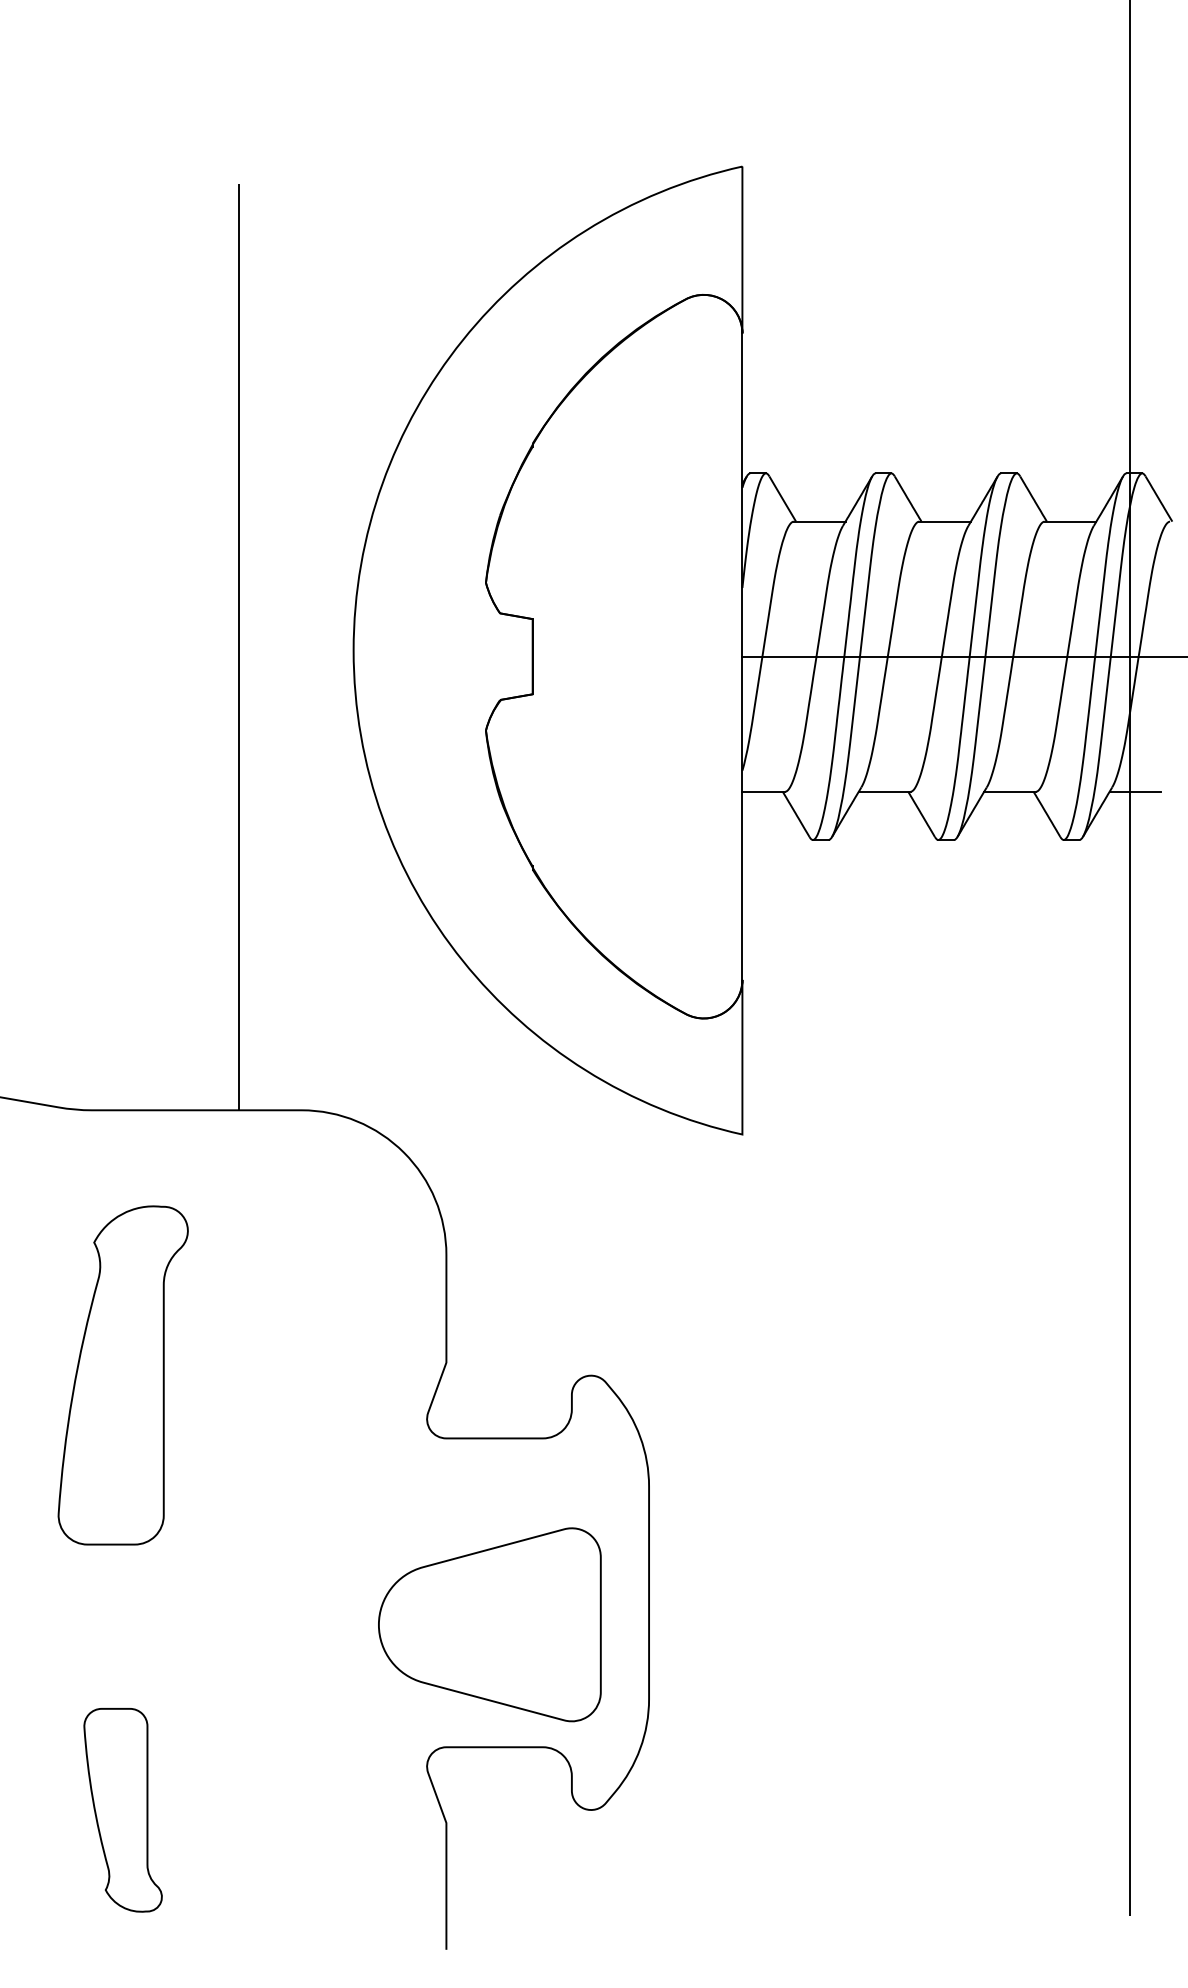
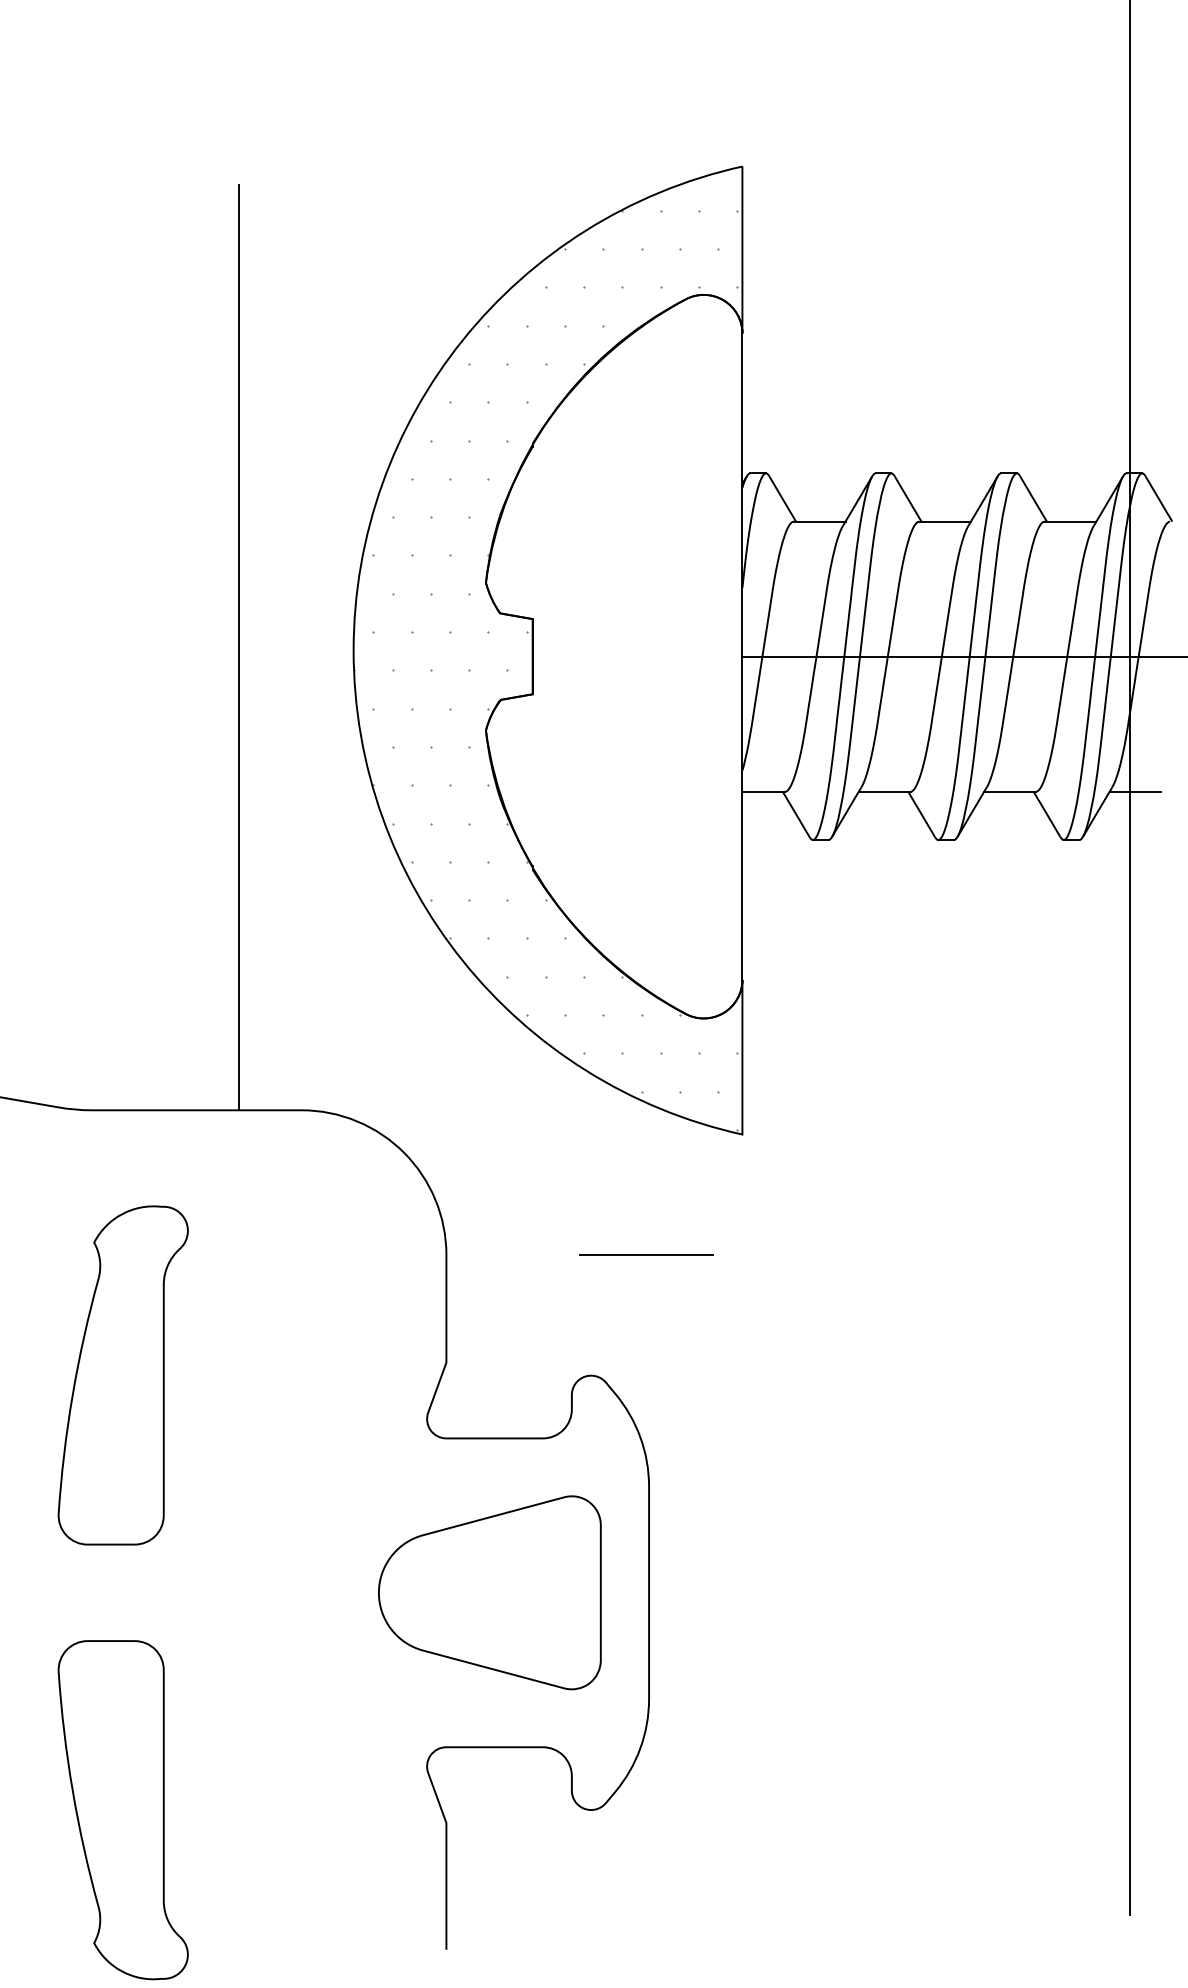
hatch at (545, 670): none -> present
line at (646, 1255): none -> present
part at (489, 1624) position: (489, 1624) -> (489, 1592)
part at (122, 1810) size: 80x205 px -> 132x341 px
